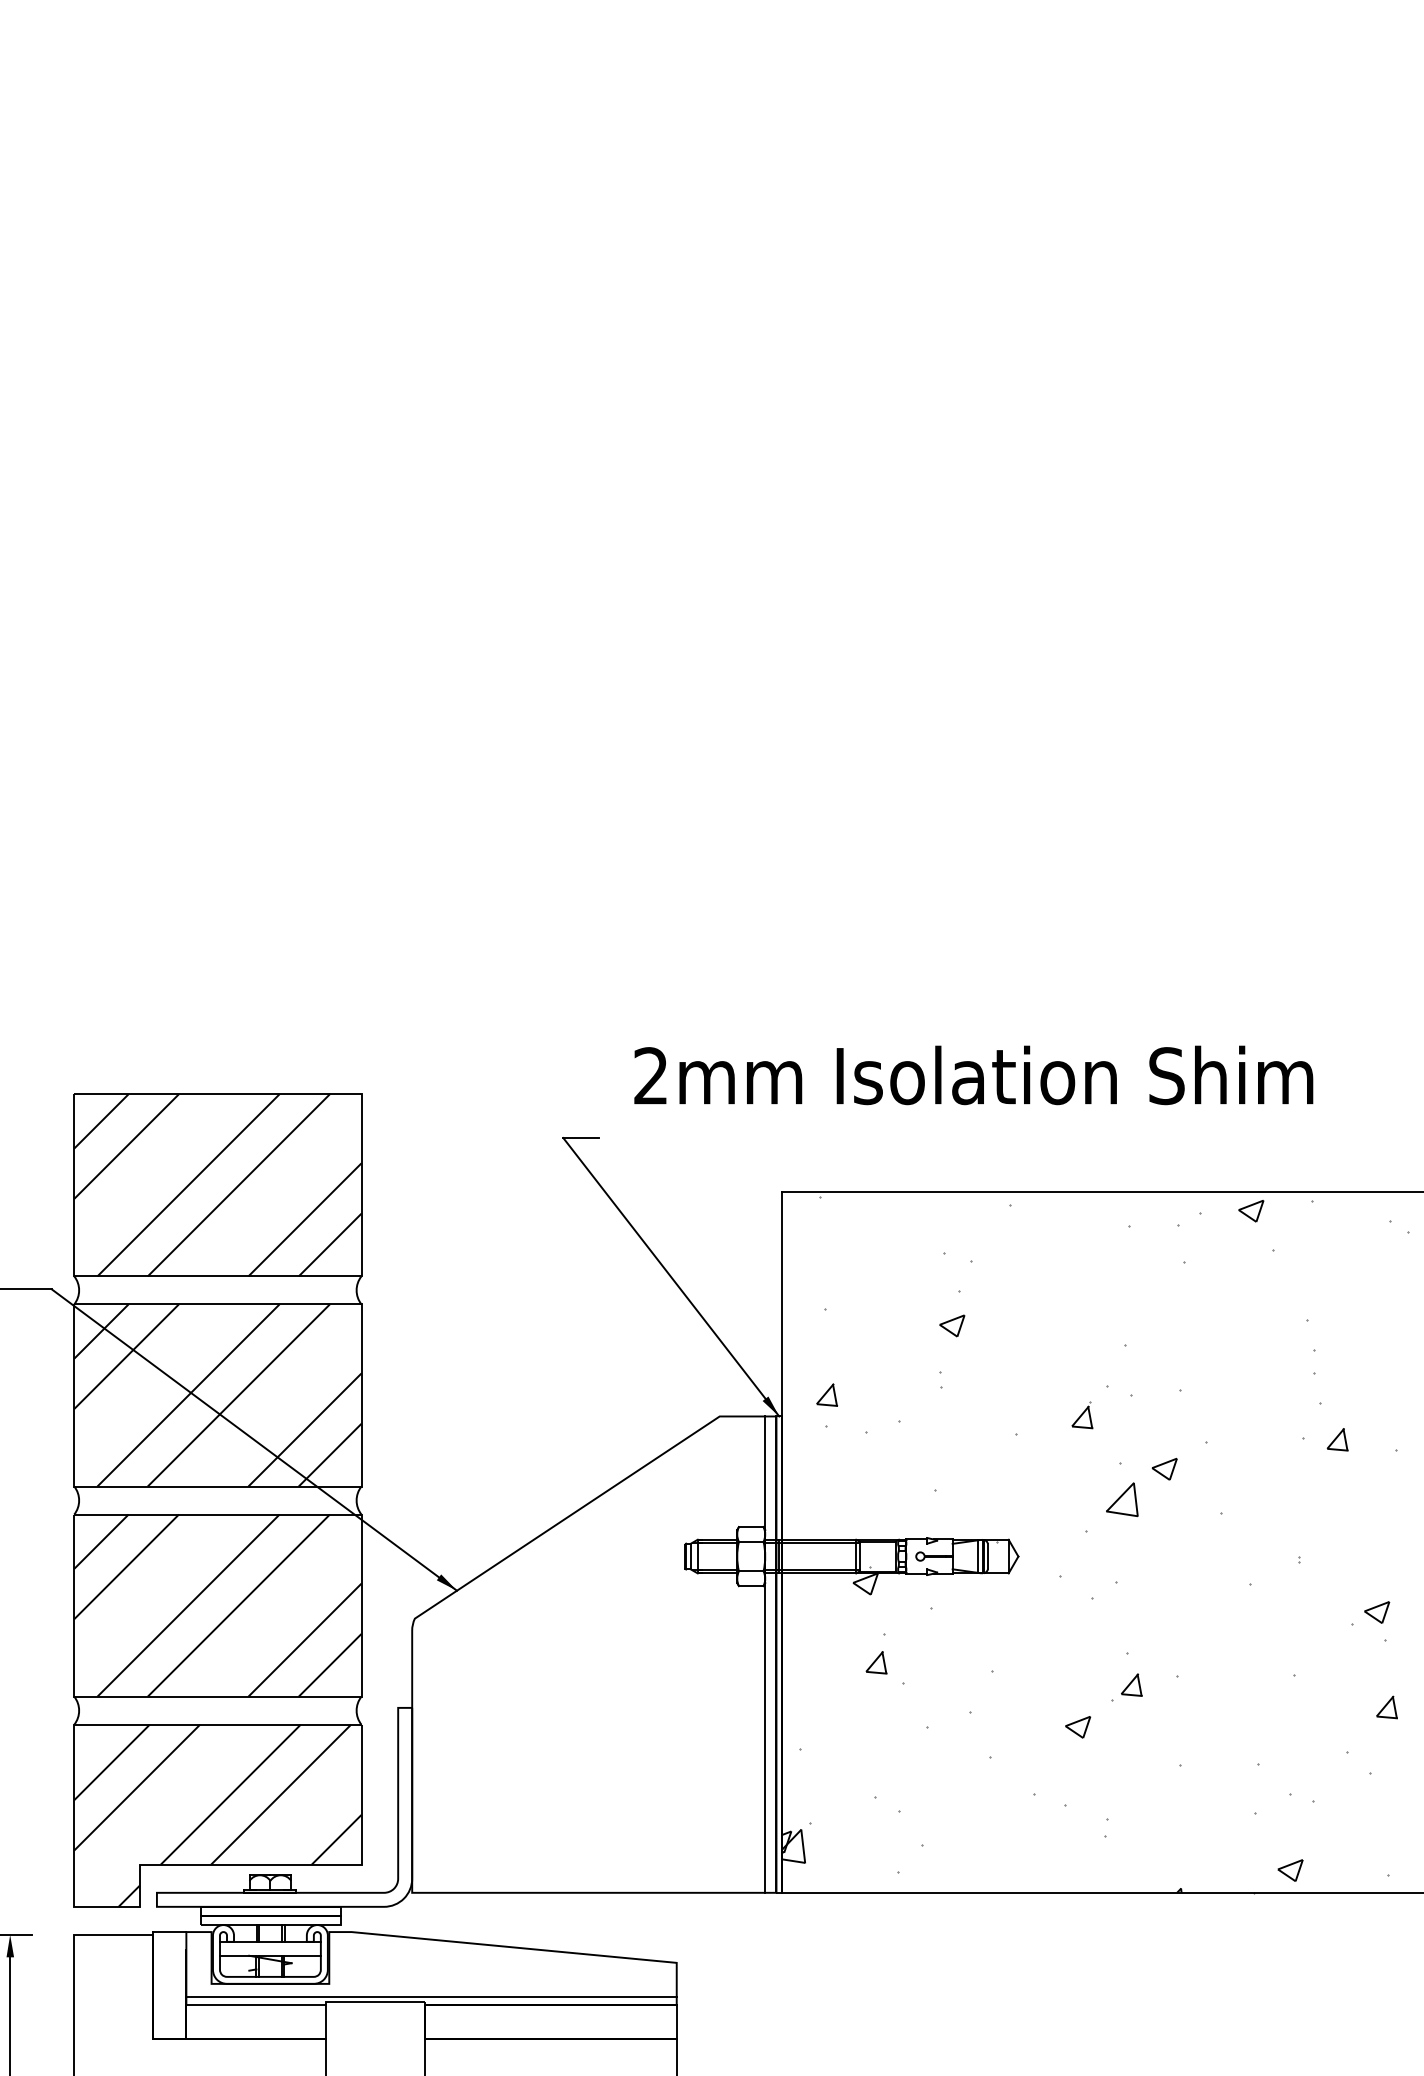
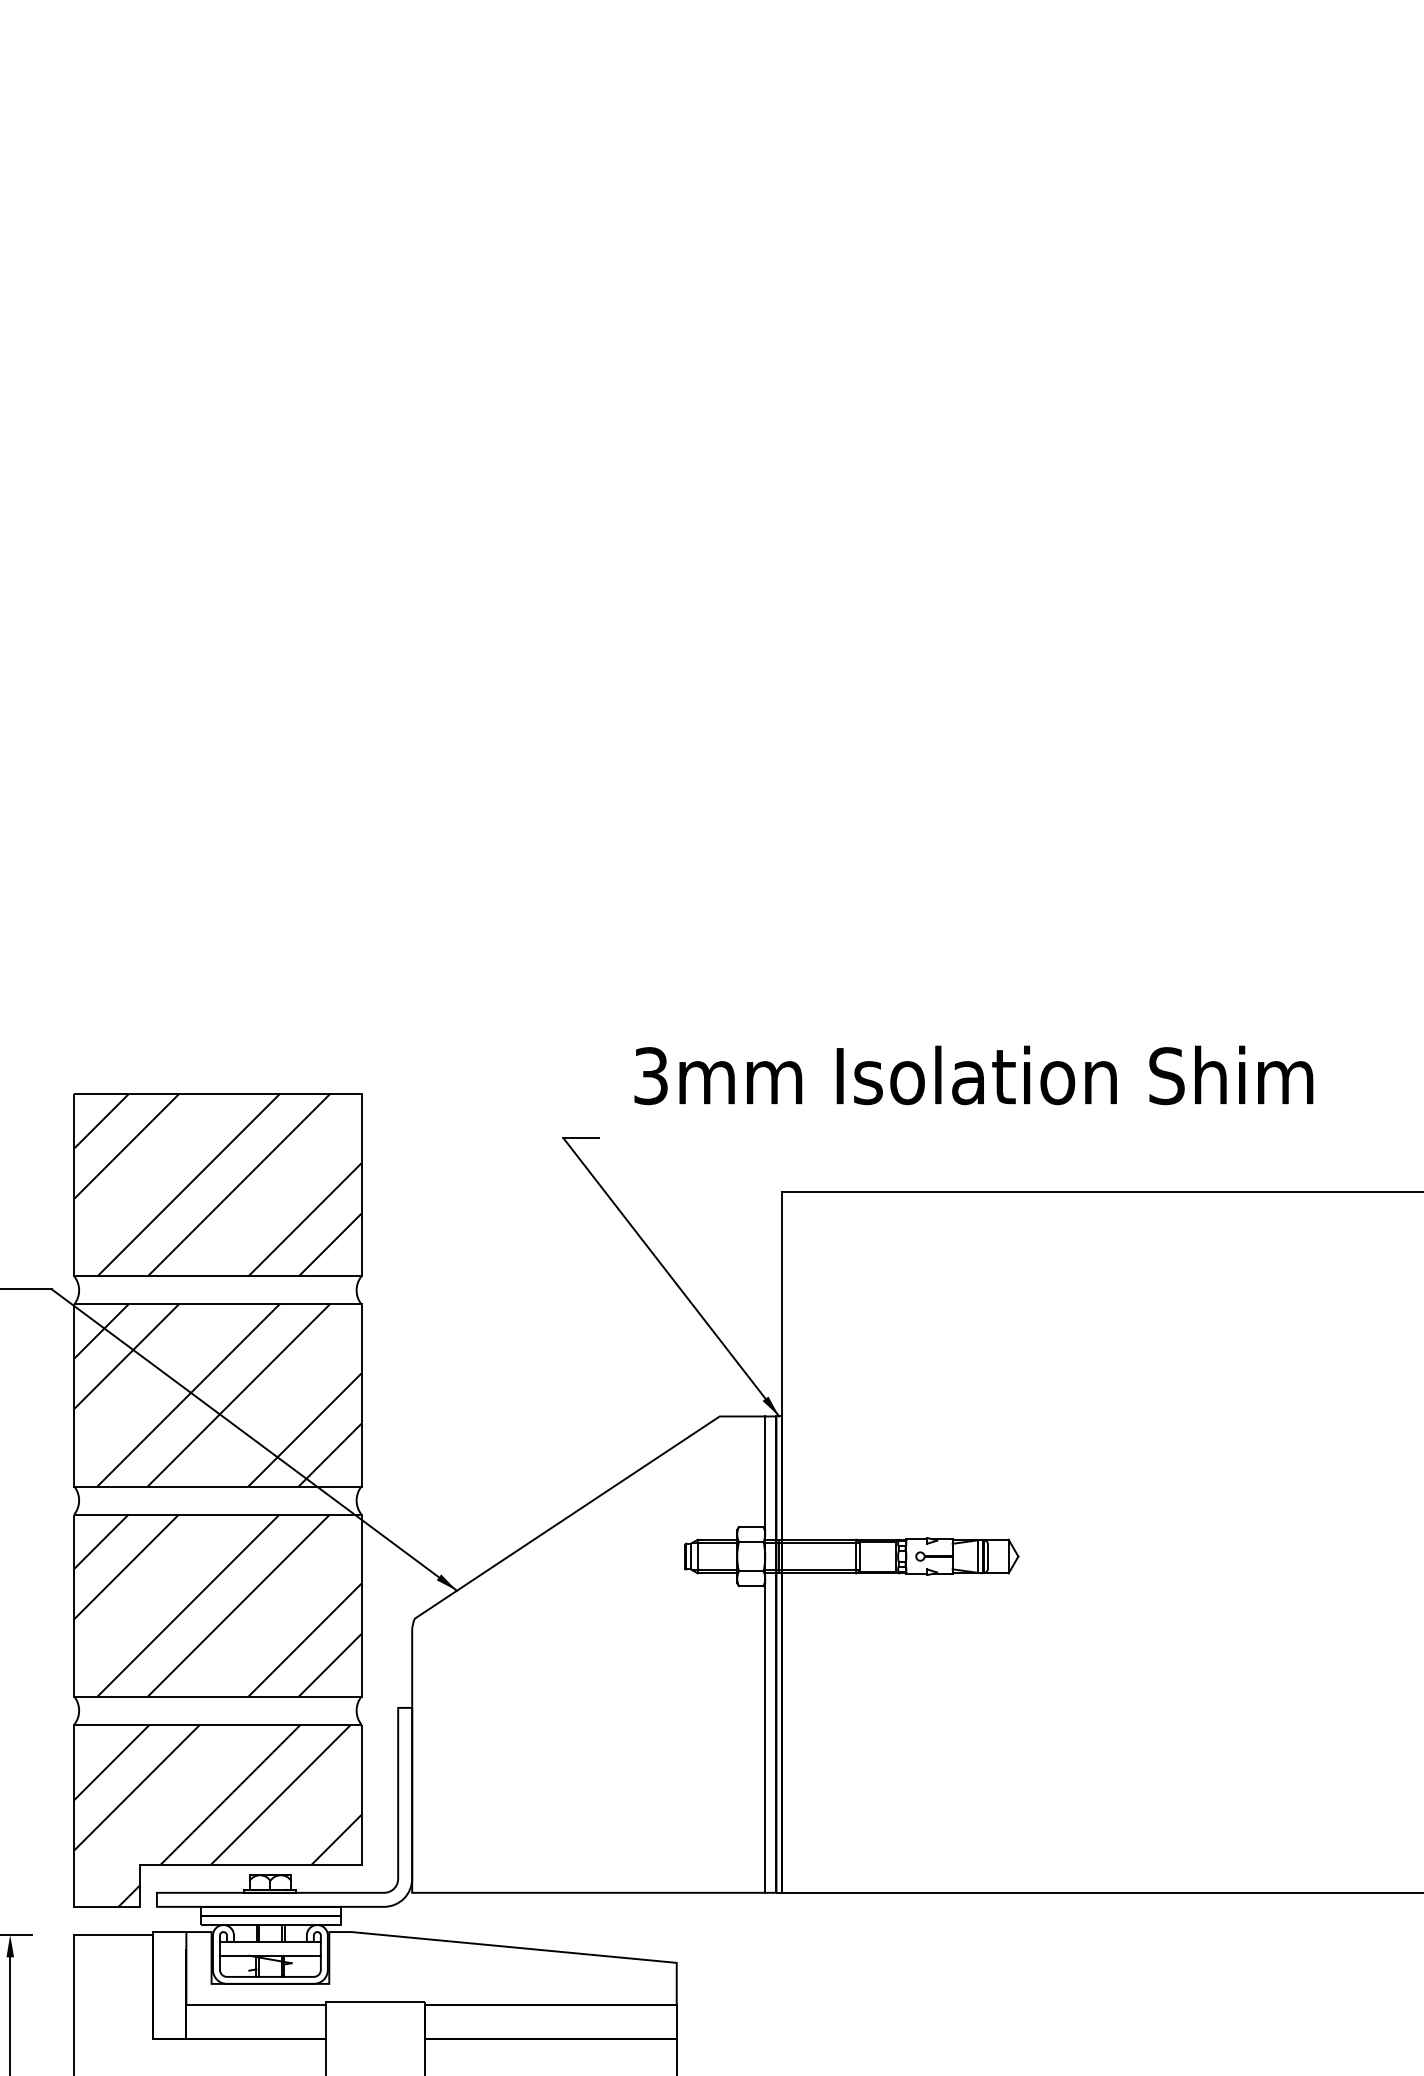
text at (650, 1076): 2mm -> 3mm
hatch at (1094, 1544): present -> none
line at (431, 1996): present -> none
